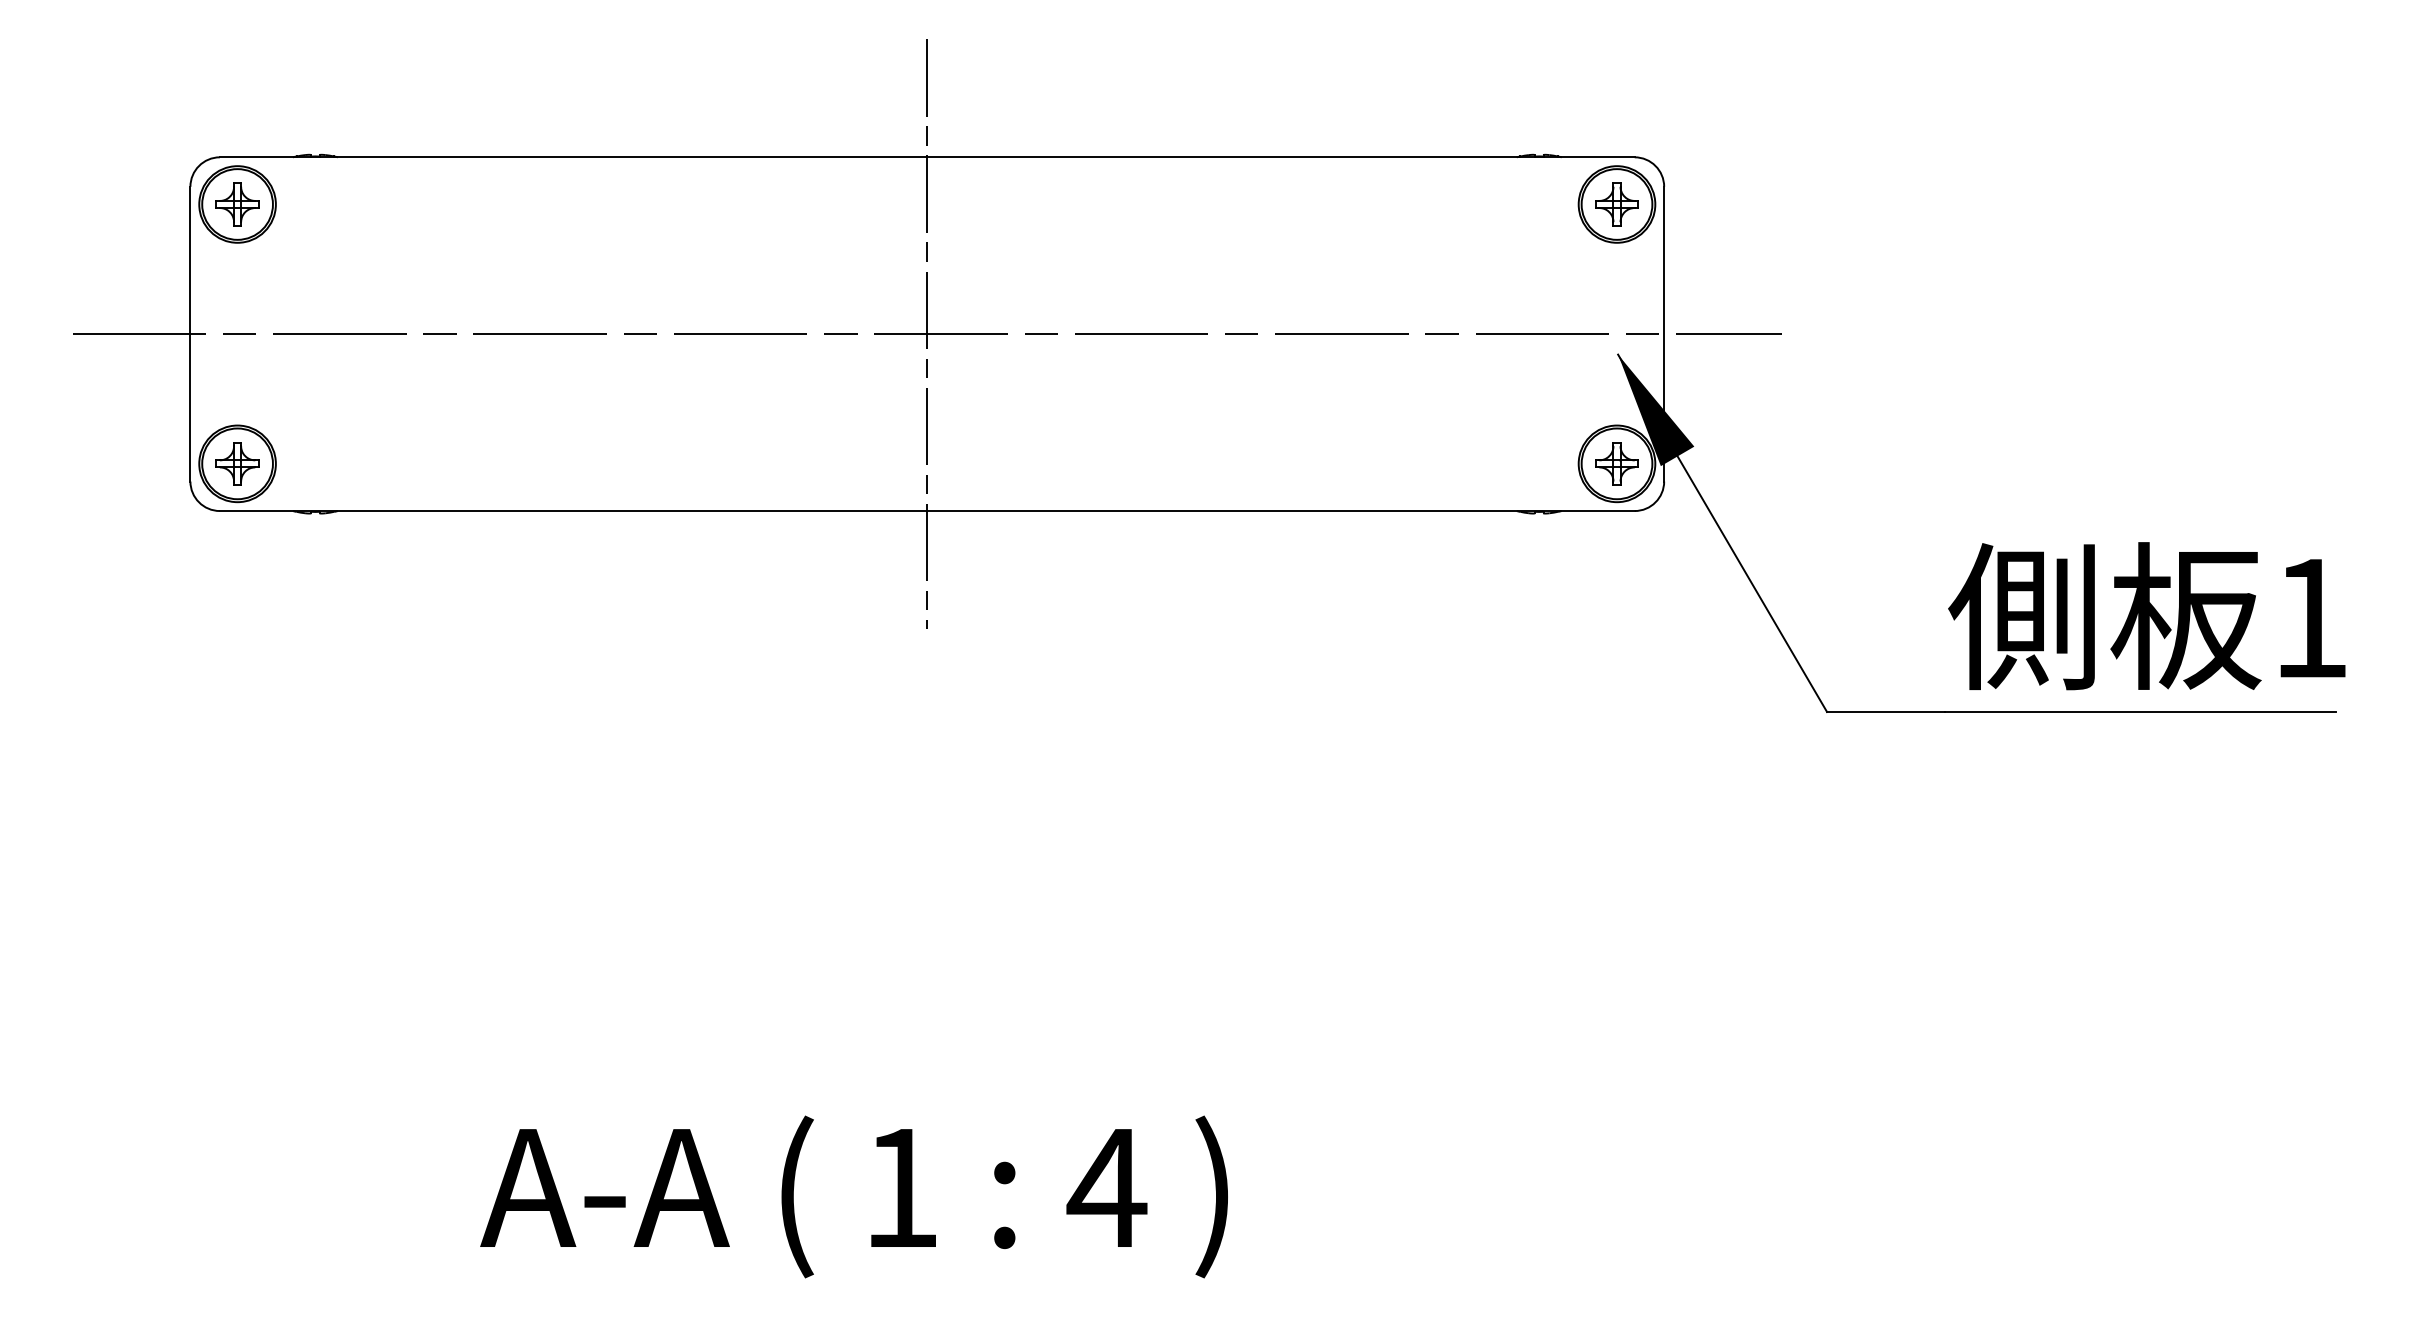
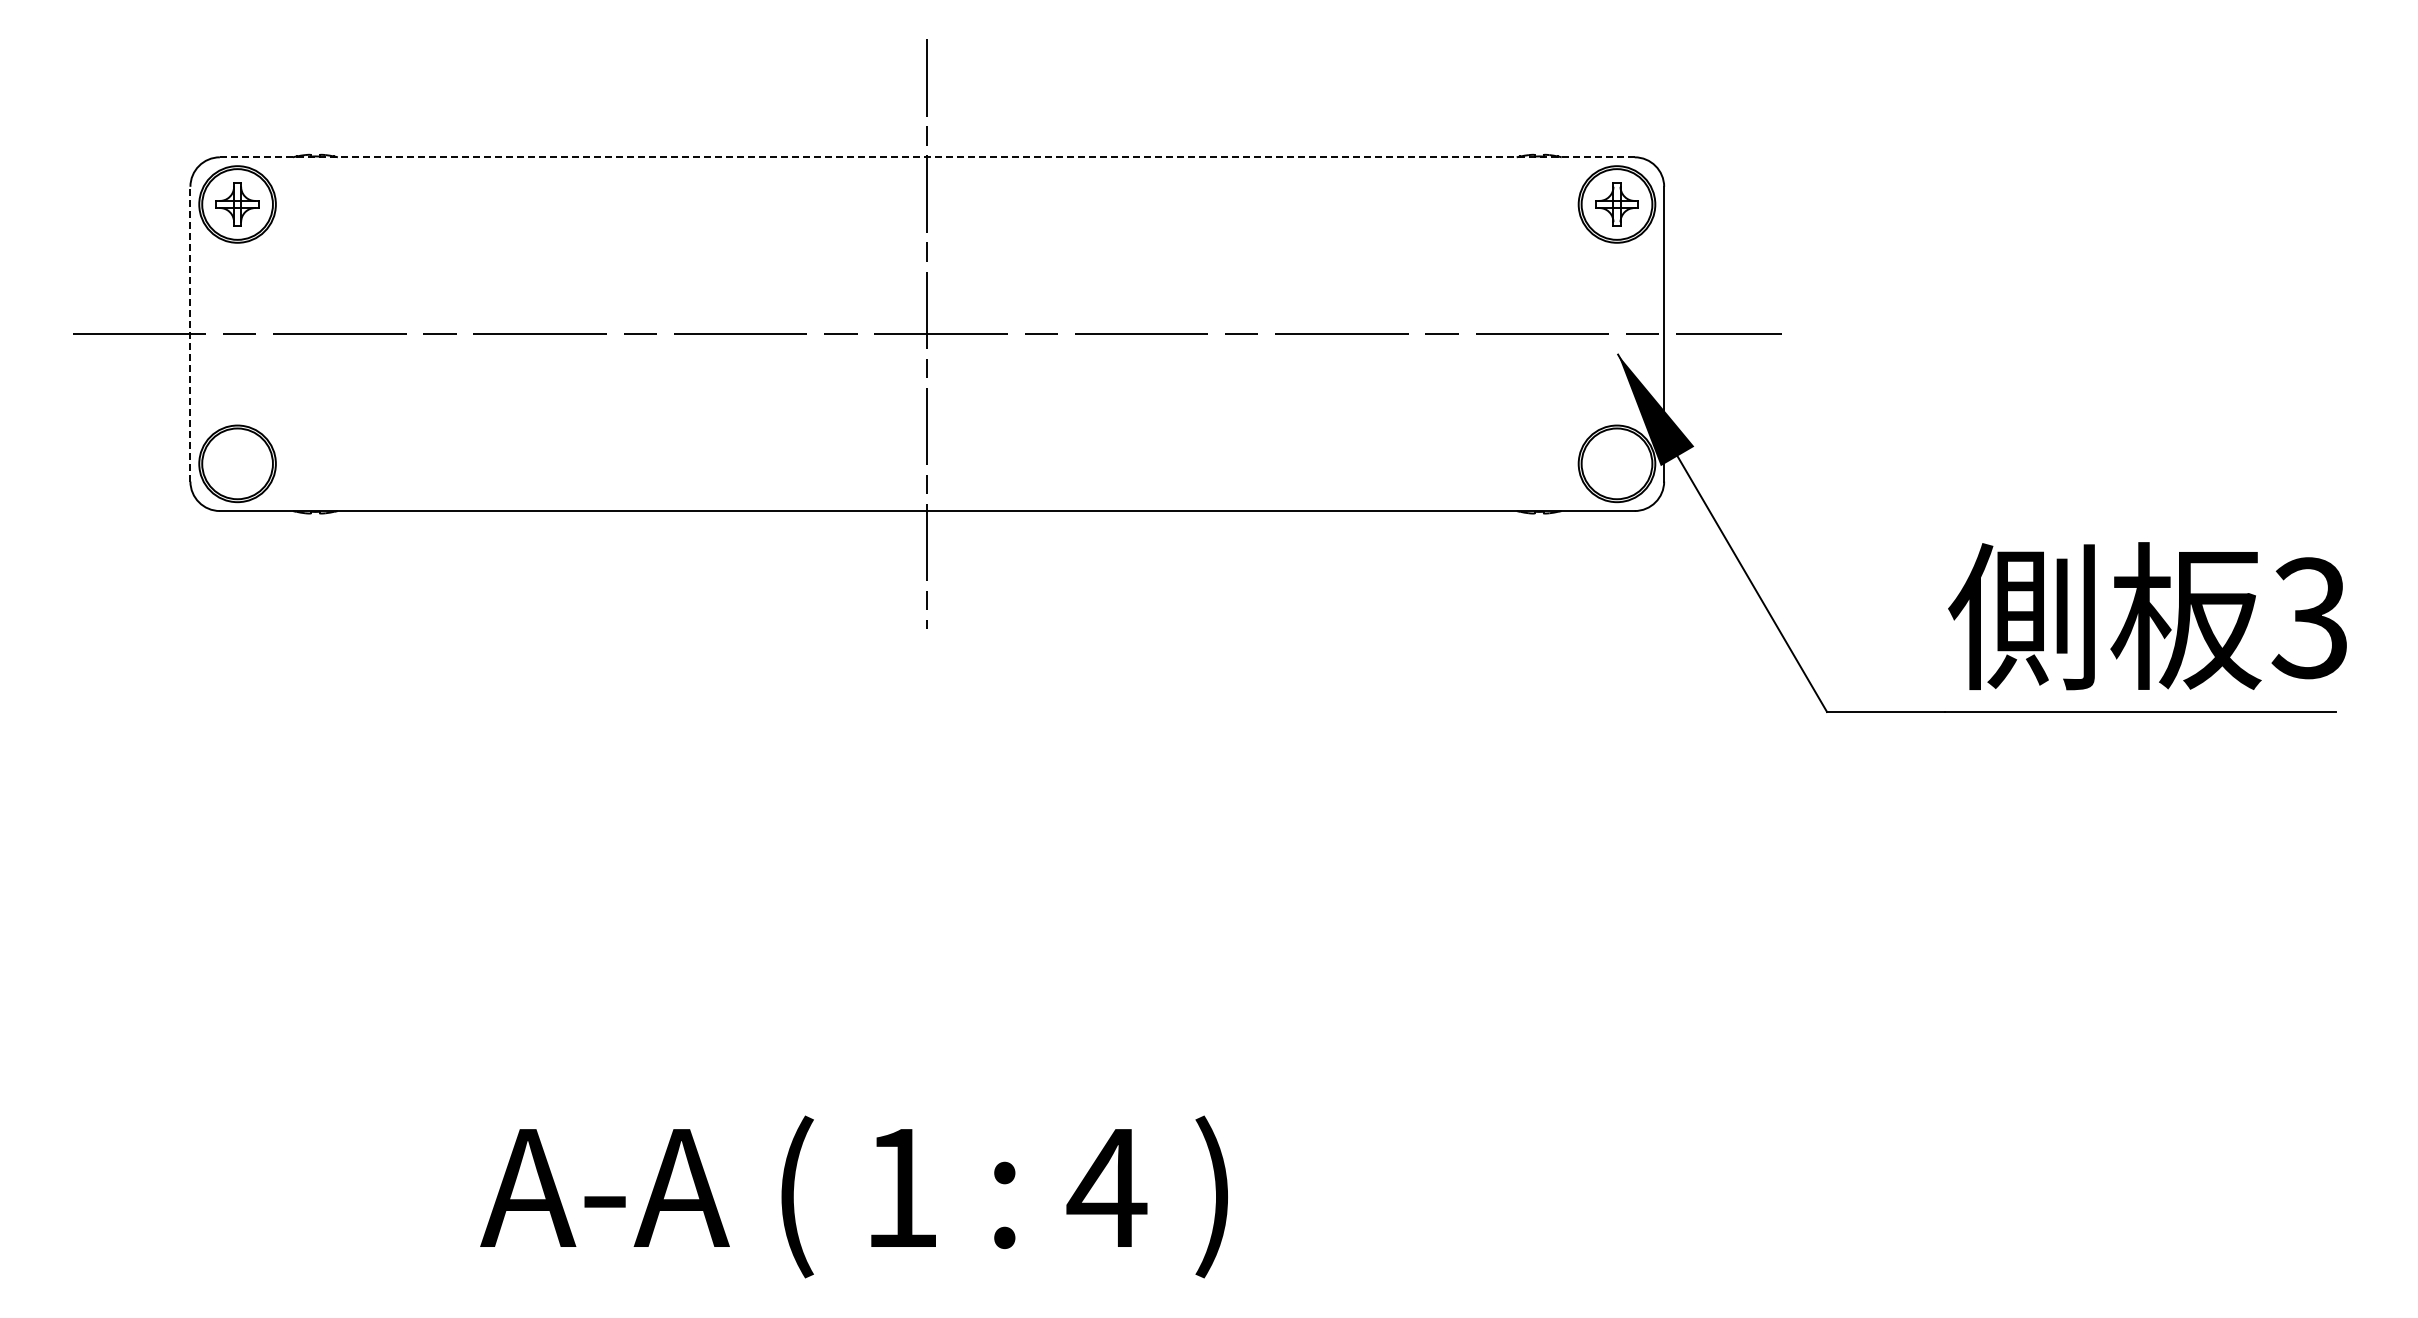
line at (927, 157): solid -> dashed
line at (190, 333): solid -> dashed
part at (237, 463): present -> none
part at (1616, 463): present -> none
text at (2308, 618): 1 -> 3
